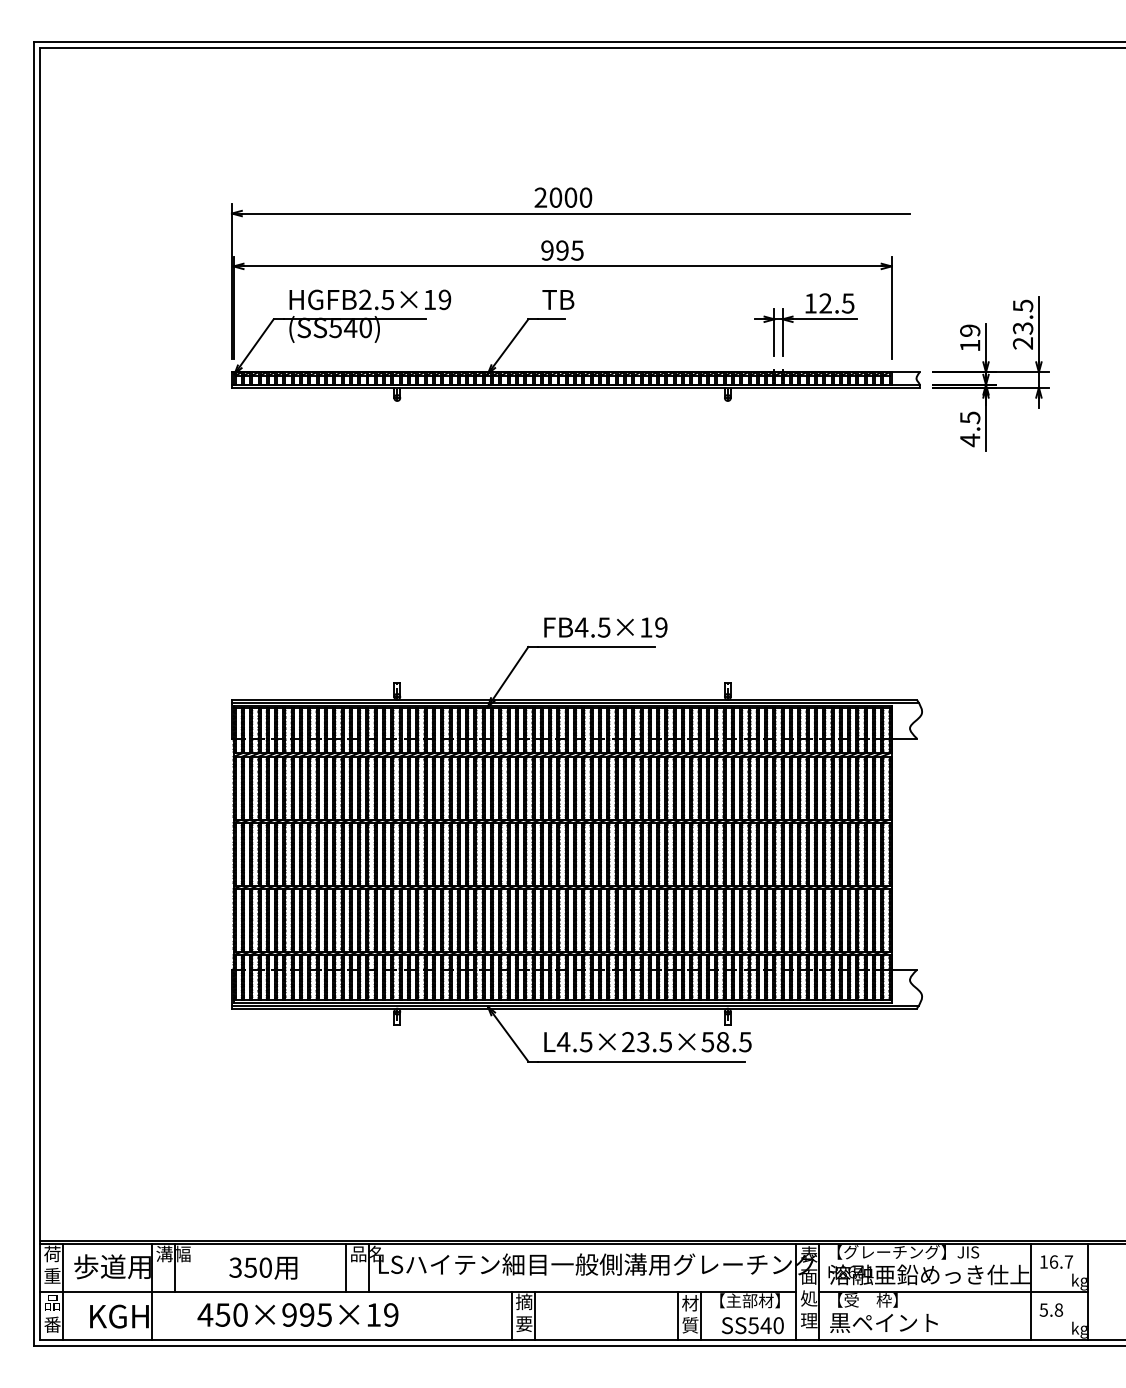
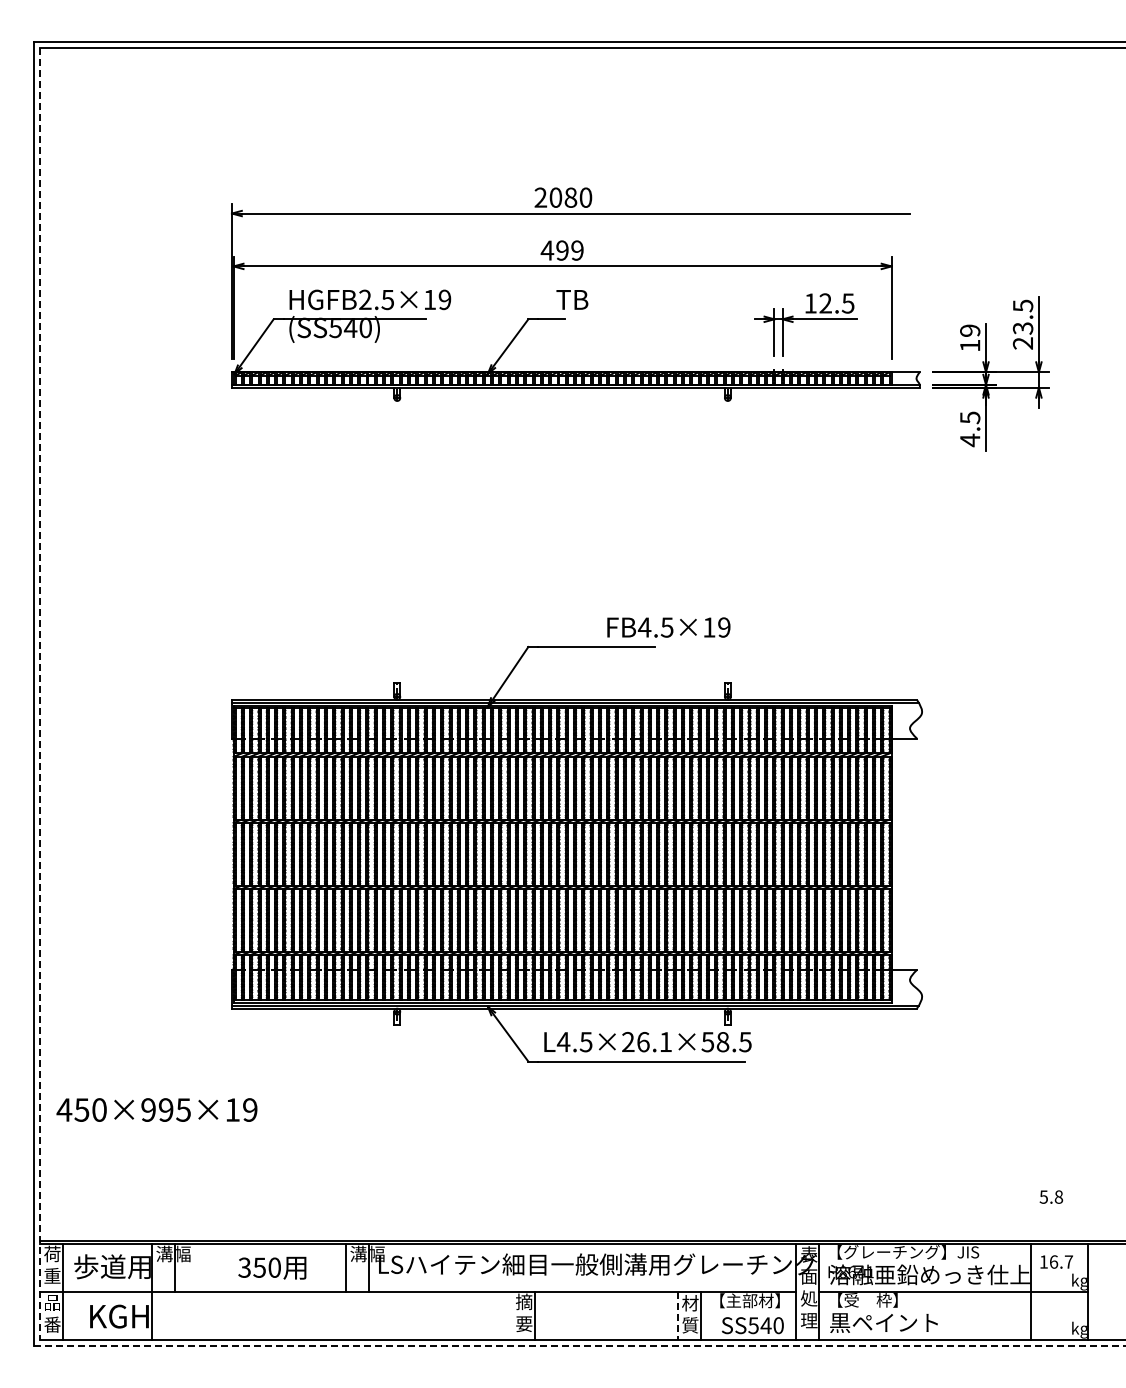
text at (570, 197): 2000 -> 2080
text at (561, 250): 995 -> 499
text at (558, 299) position: (558, 299) -> (572, 299)
text at (605, 627) position: (605, 627) -> (668, 627)
line at (40, 693): solid -> dashed
text at (654, 1042): L4.5×23.5×58.5 -> L4.5×26.1×58.5
text at (367, 1253): 品名 -> 溝幅
text at (263, 1267) position: (263, 1267) -> (272, 1267)
text at (1051, 1309) position: (1051, 1309) -> (1051, 1196)
text at (297, 1314) position: (297, 1314) -> (156, 1109)
line at (512, 1315): present -> none
line at (678, 1316): solid -> dashed
line at (579, 1346): solid -> dashed
